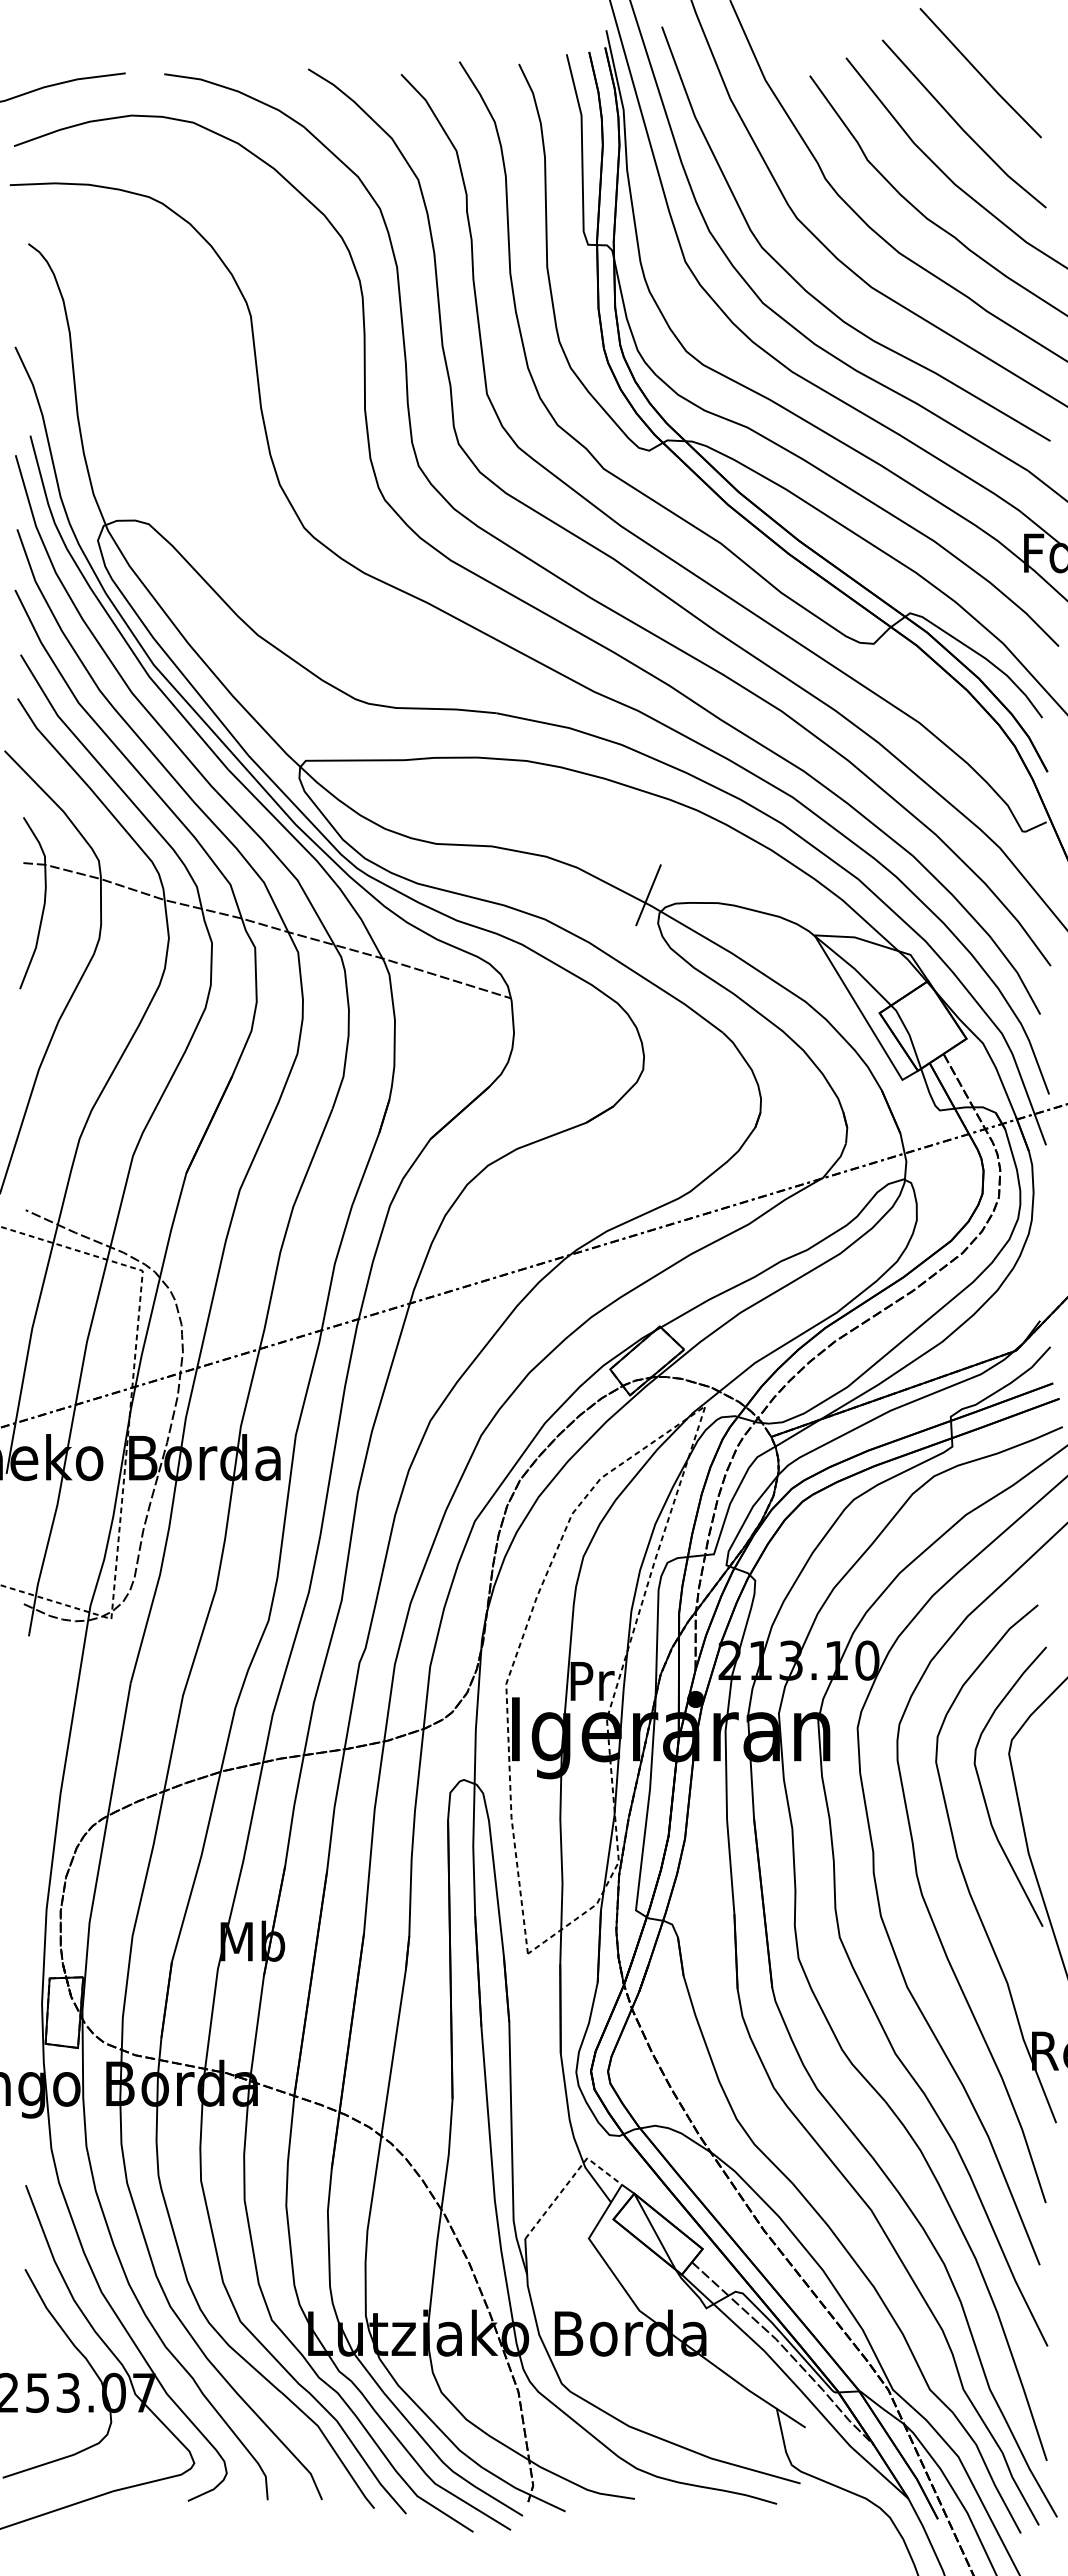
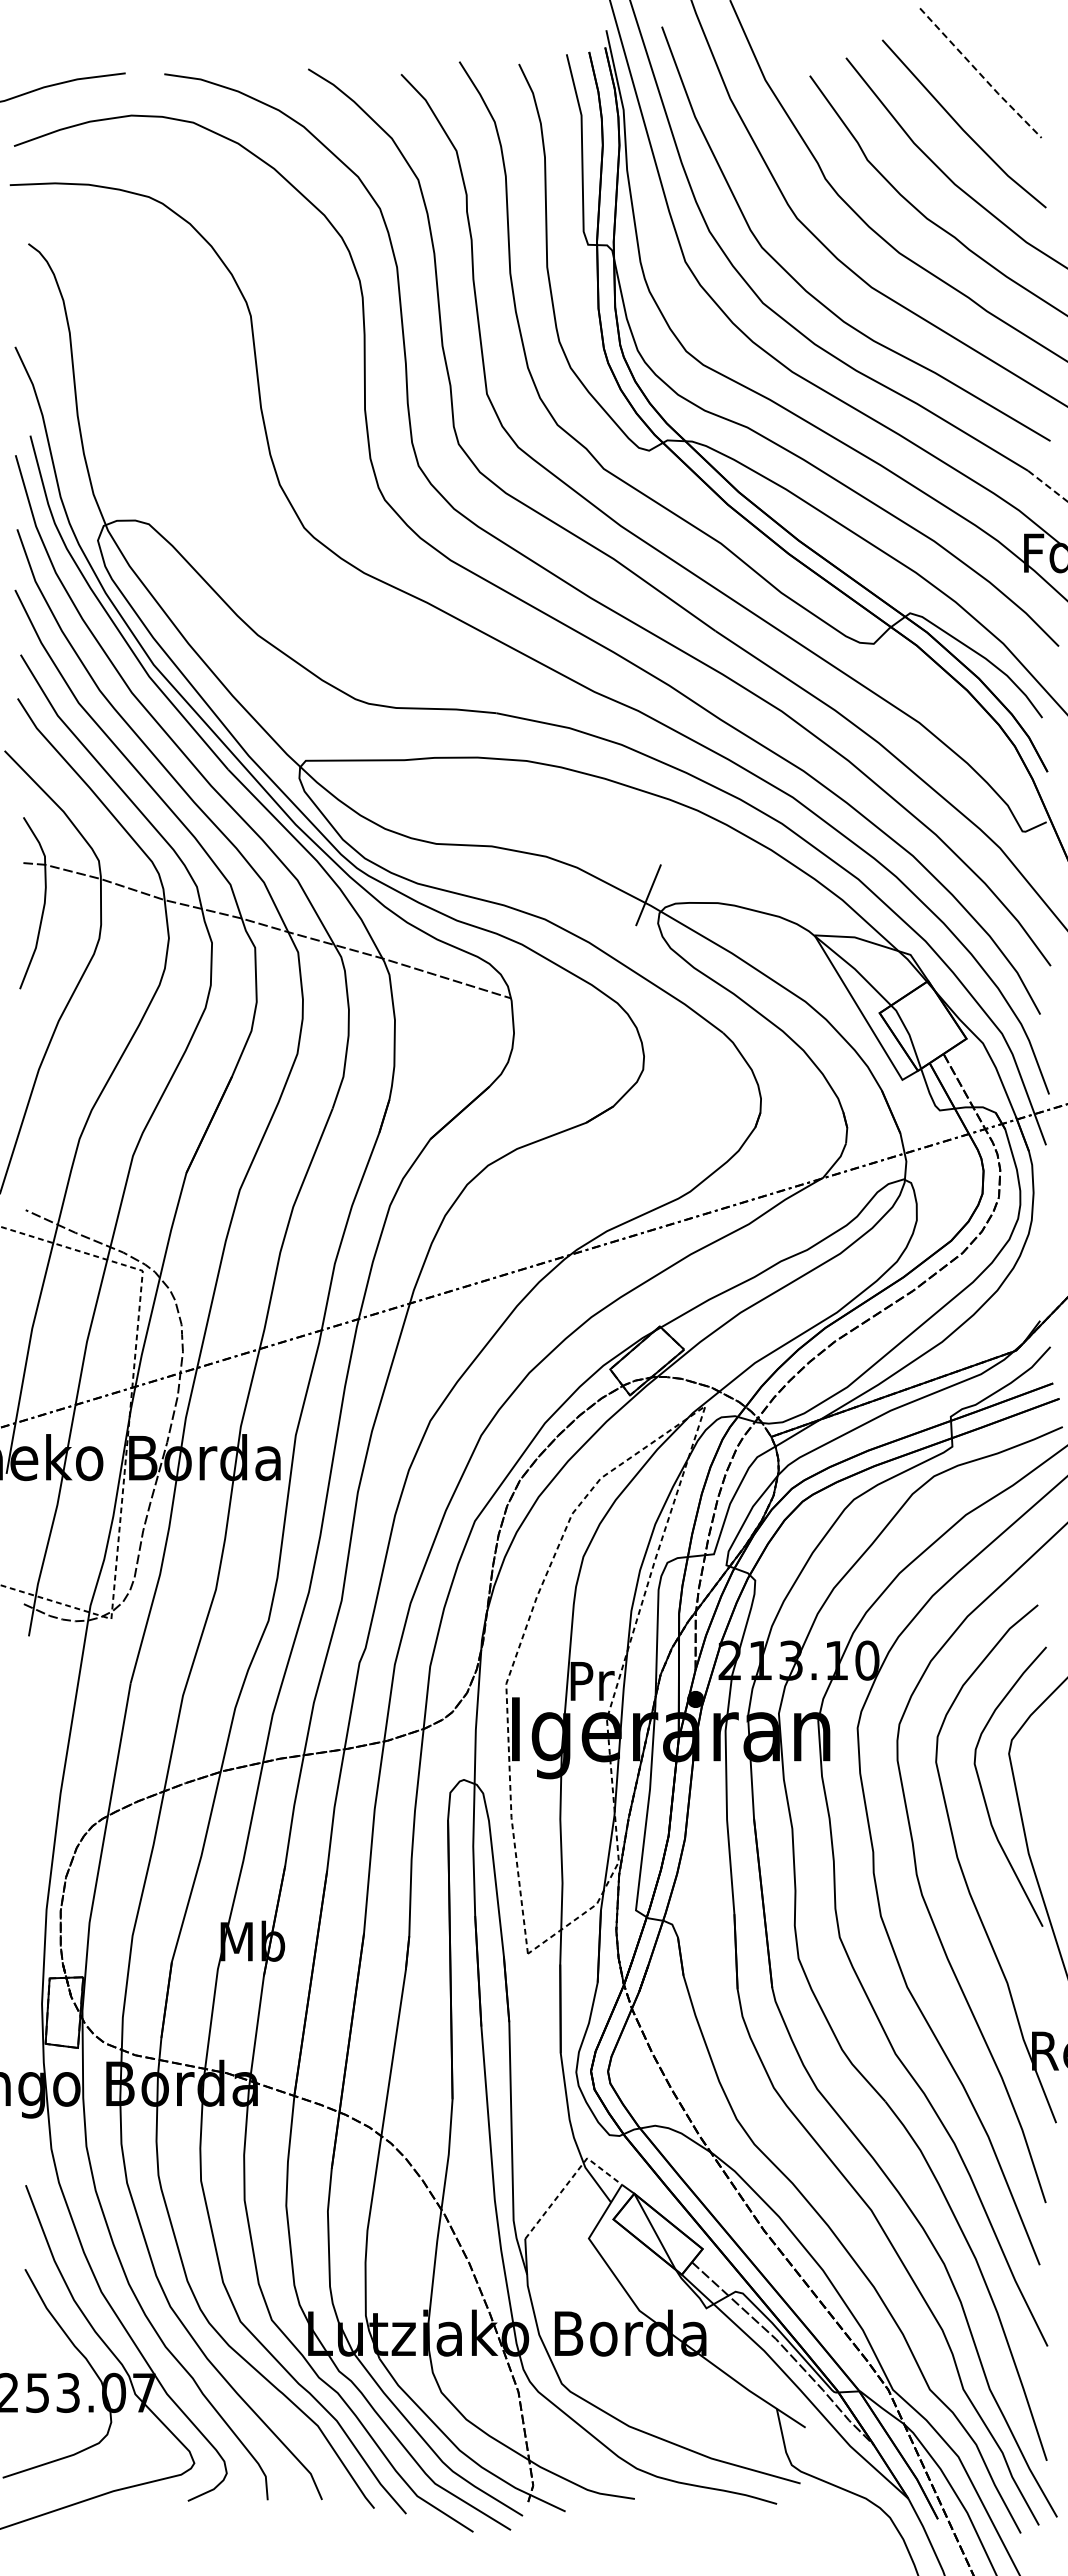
line at (980, 74): solid -> dashed
line at (1047, 486): solid -> dashed
